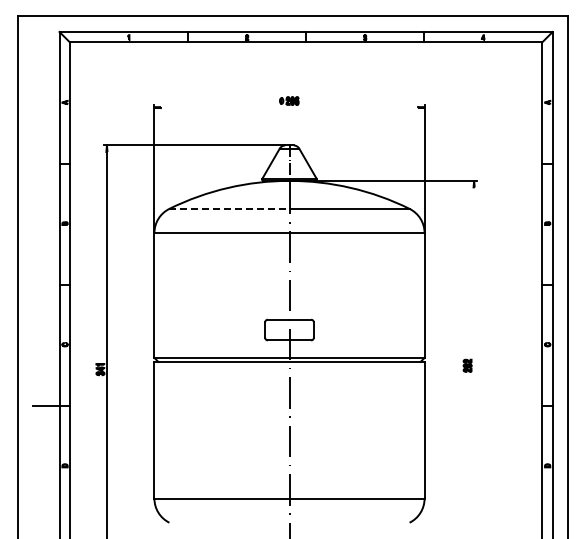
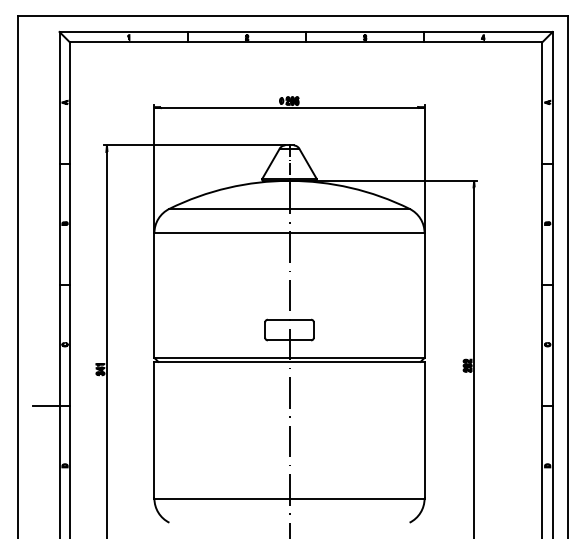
line at (289, 107): none -> present
line at (229, 208): dashed -> solid
line at (474, 361): none -> present
